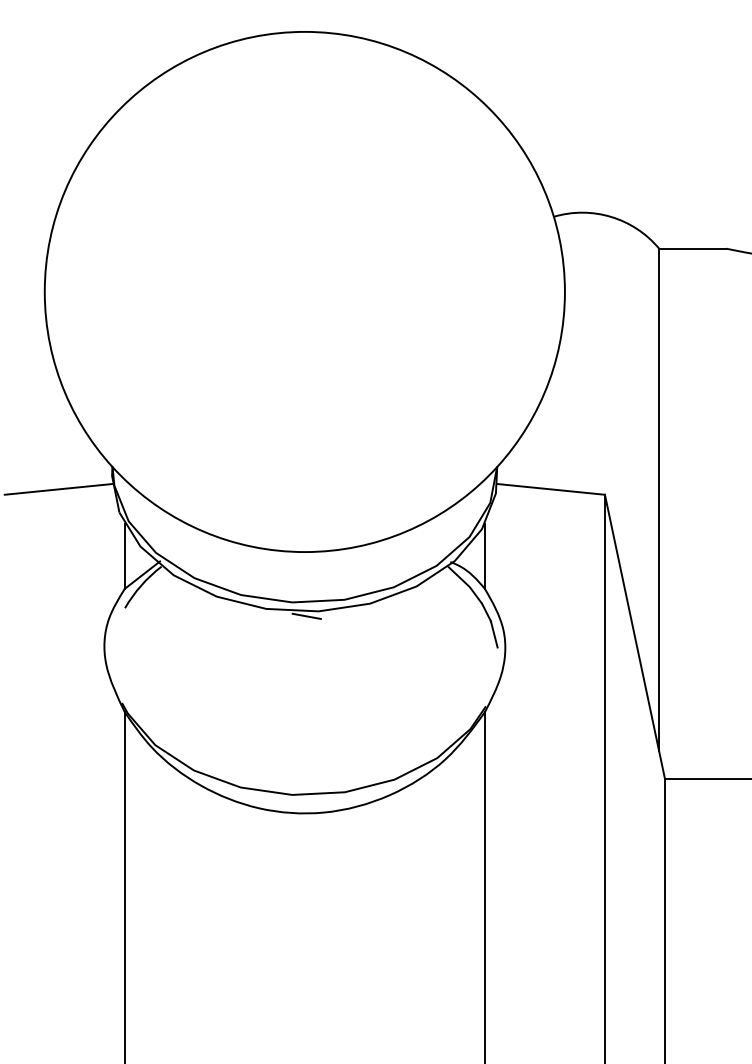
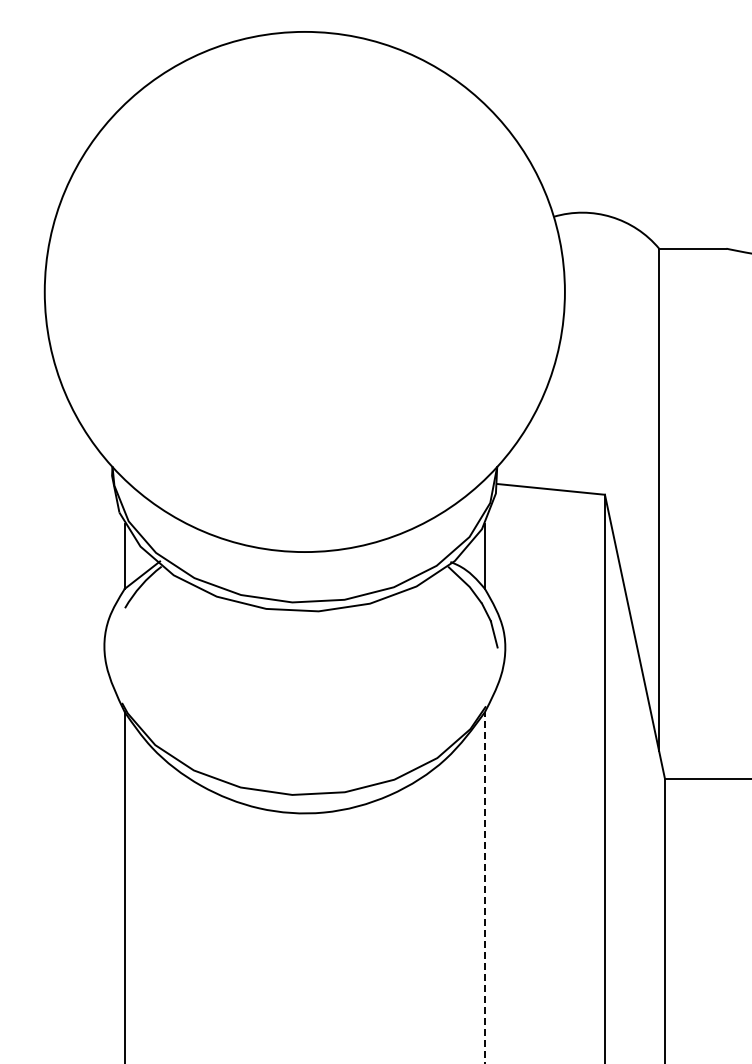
line at (58, 489): present -> none
line at (306, 615): present -> none
line at (484, 888): solid -> dashed
